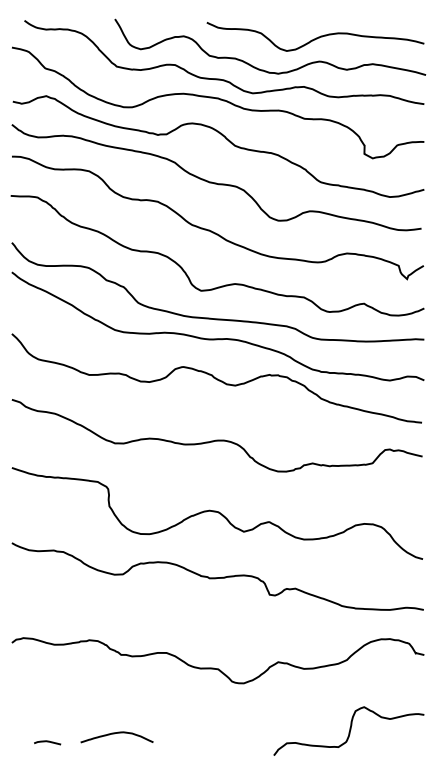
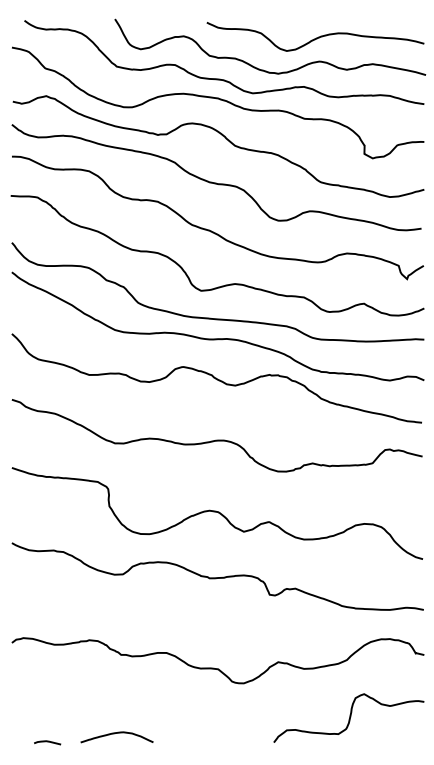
curve at (349, 730) position: (349, 730) -> (349, 717)
